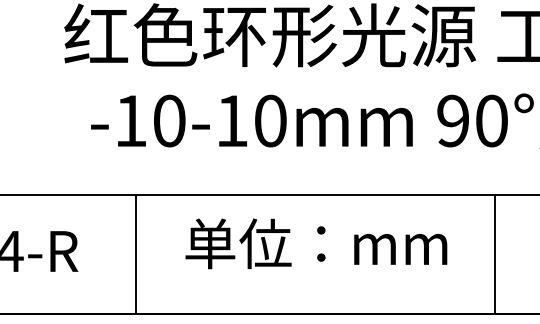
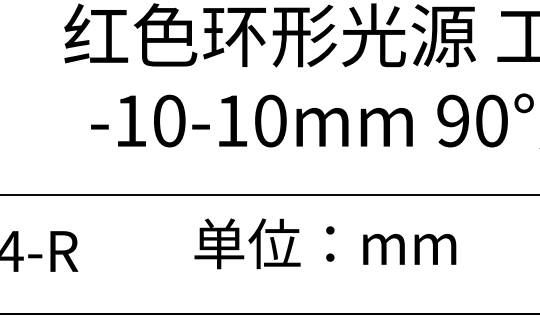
text at (316, 243) position: (316, 243) -> (325, 243)
line at (135, 254): present -> none
line at (494, 254): present -> none
